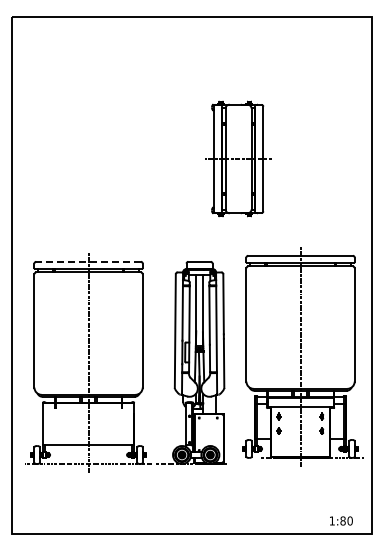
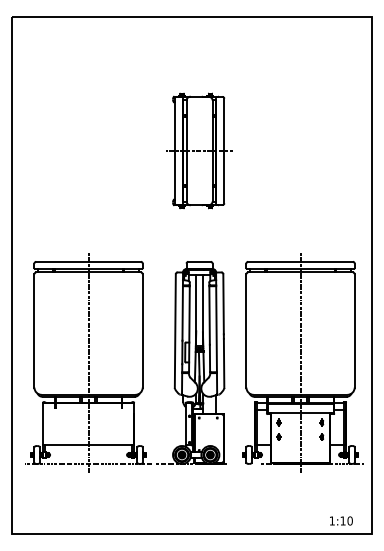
part at (238, 158) position: (238, 158) -> (199, 150)
line at (88, 261): dashed -> solid
part at (302, 356) position: (302, 356) -> (302, 362)
text at (342, 520): 1:80 -> 1:10
